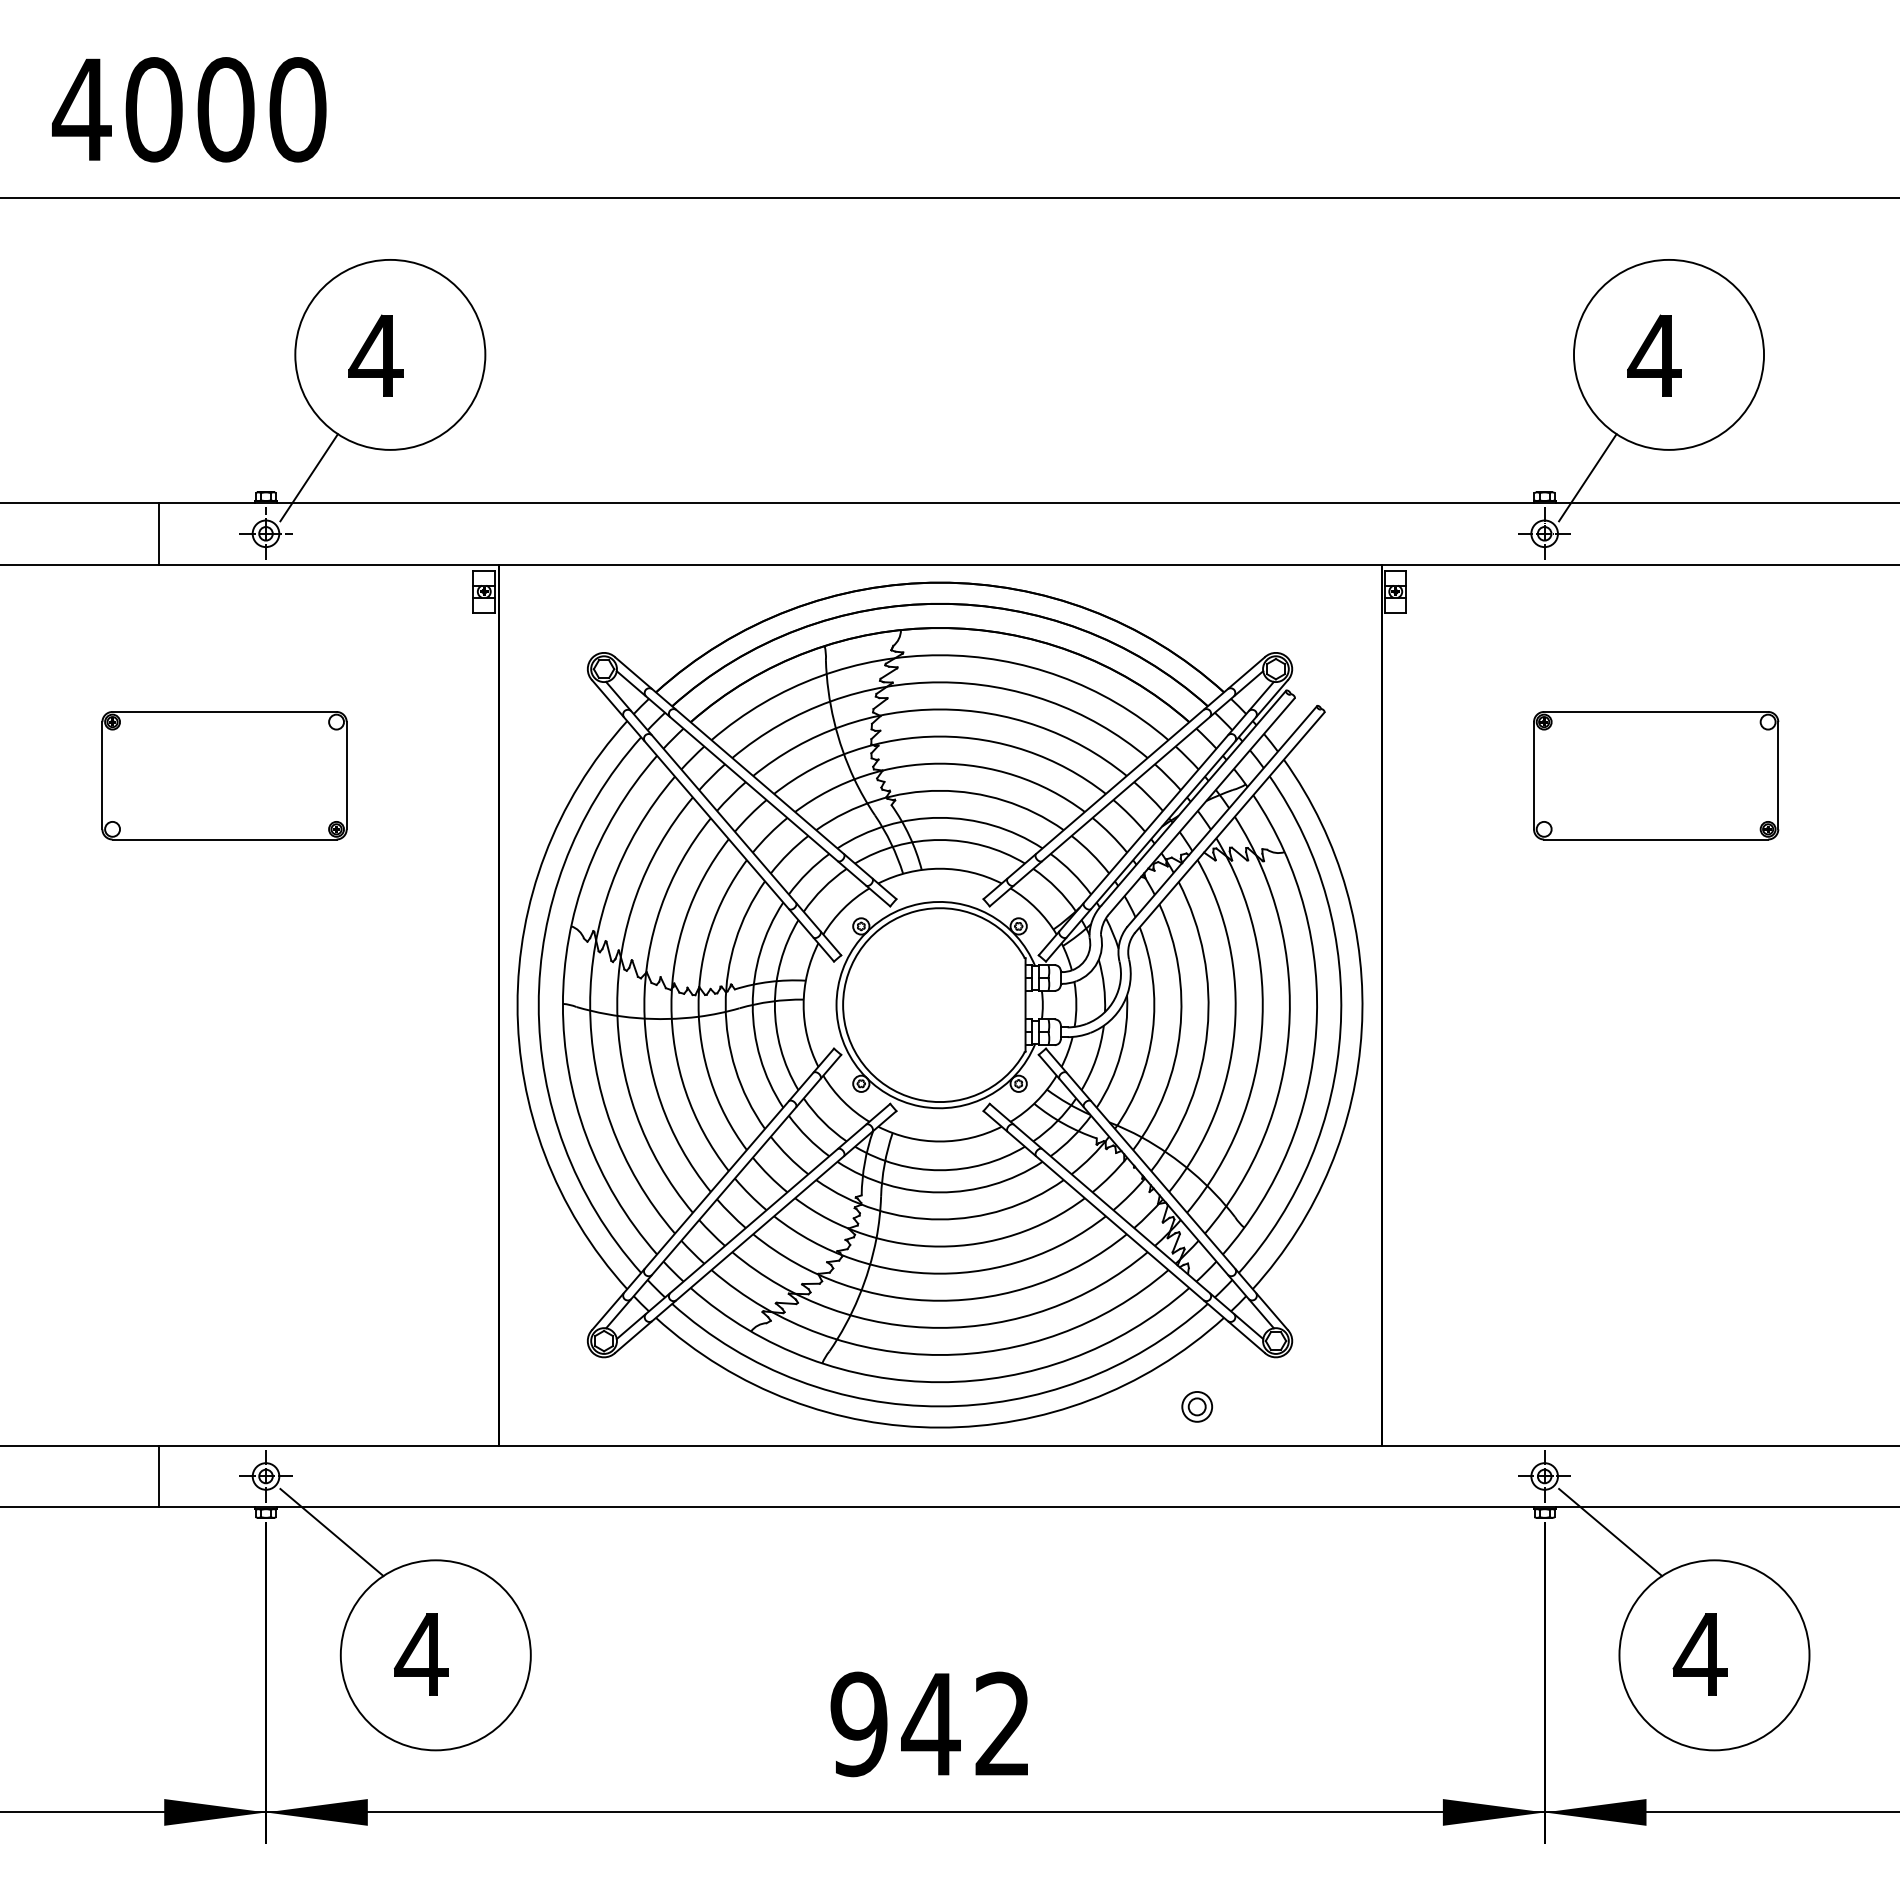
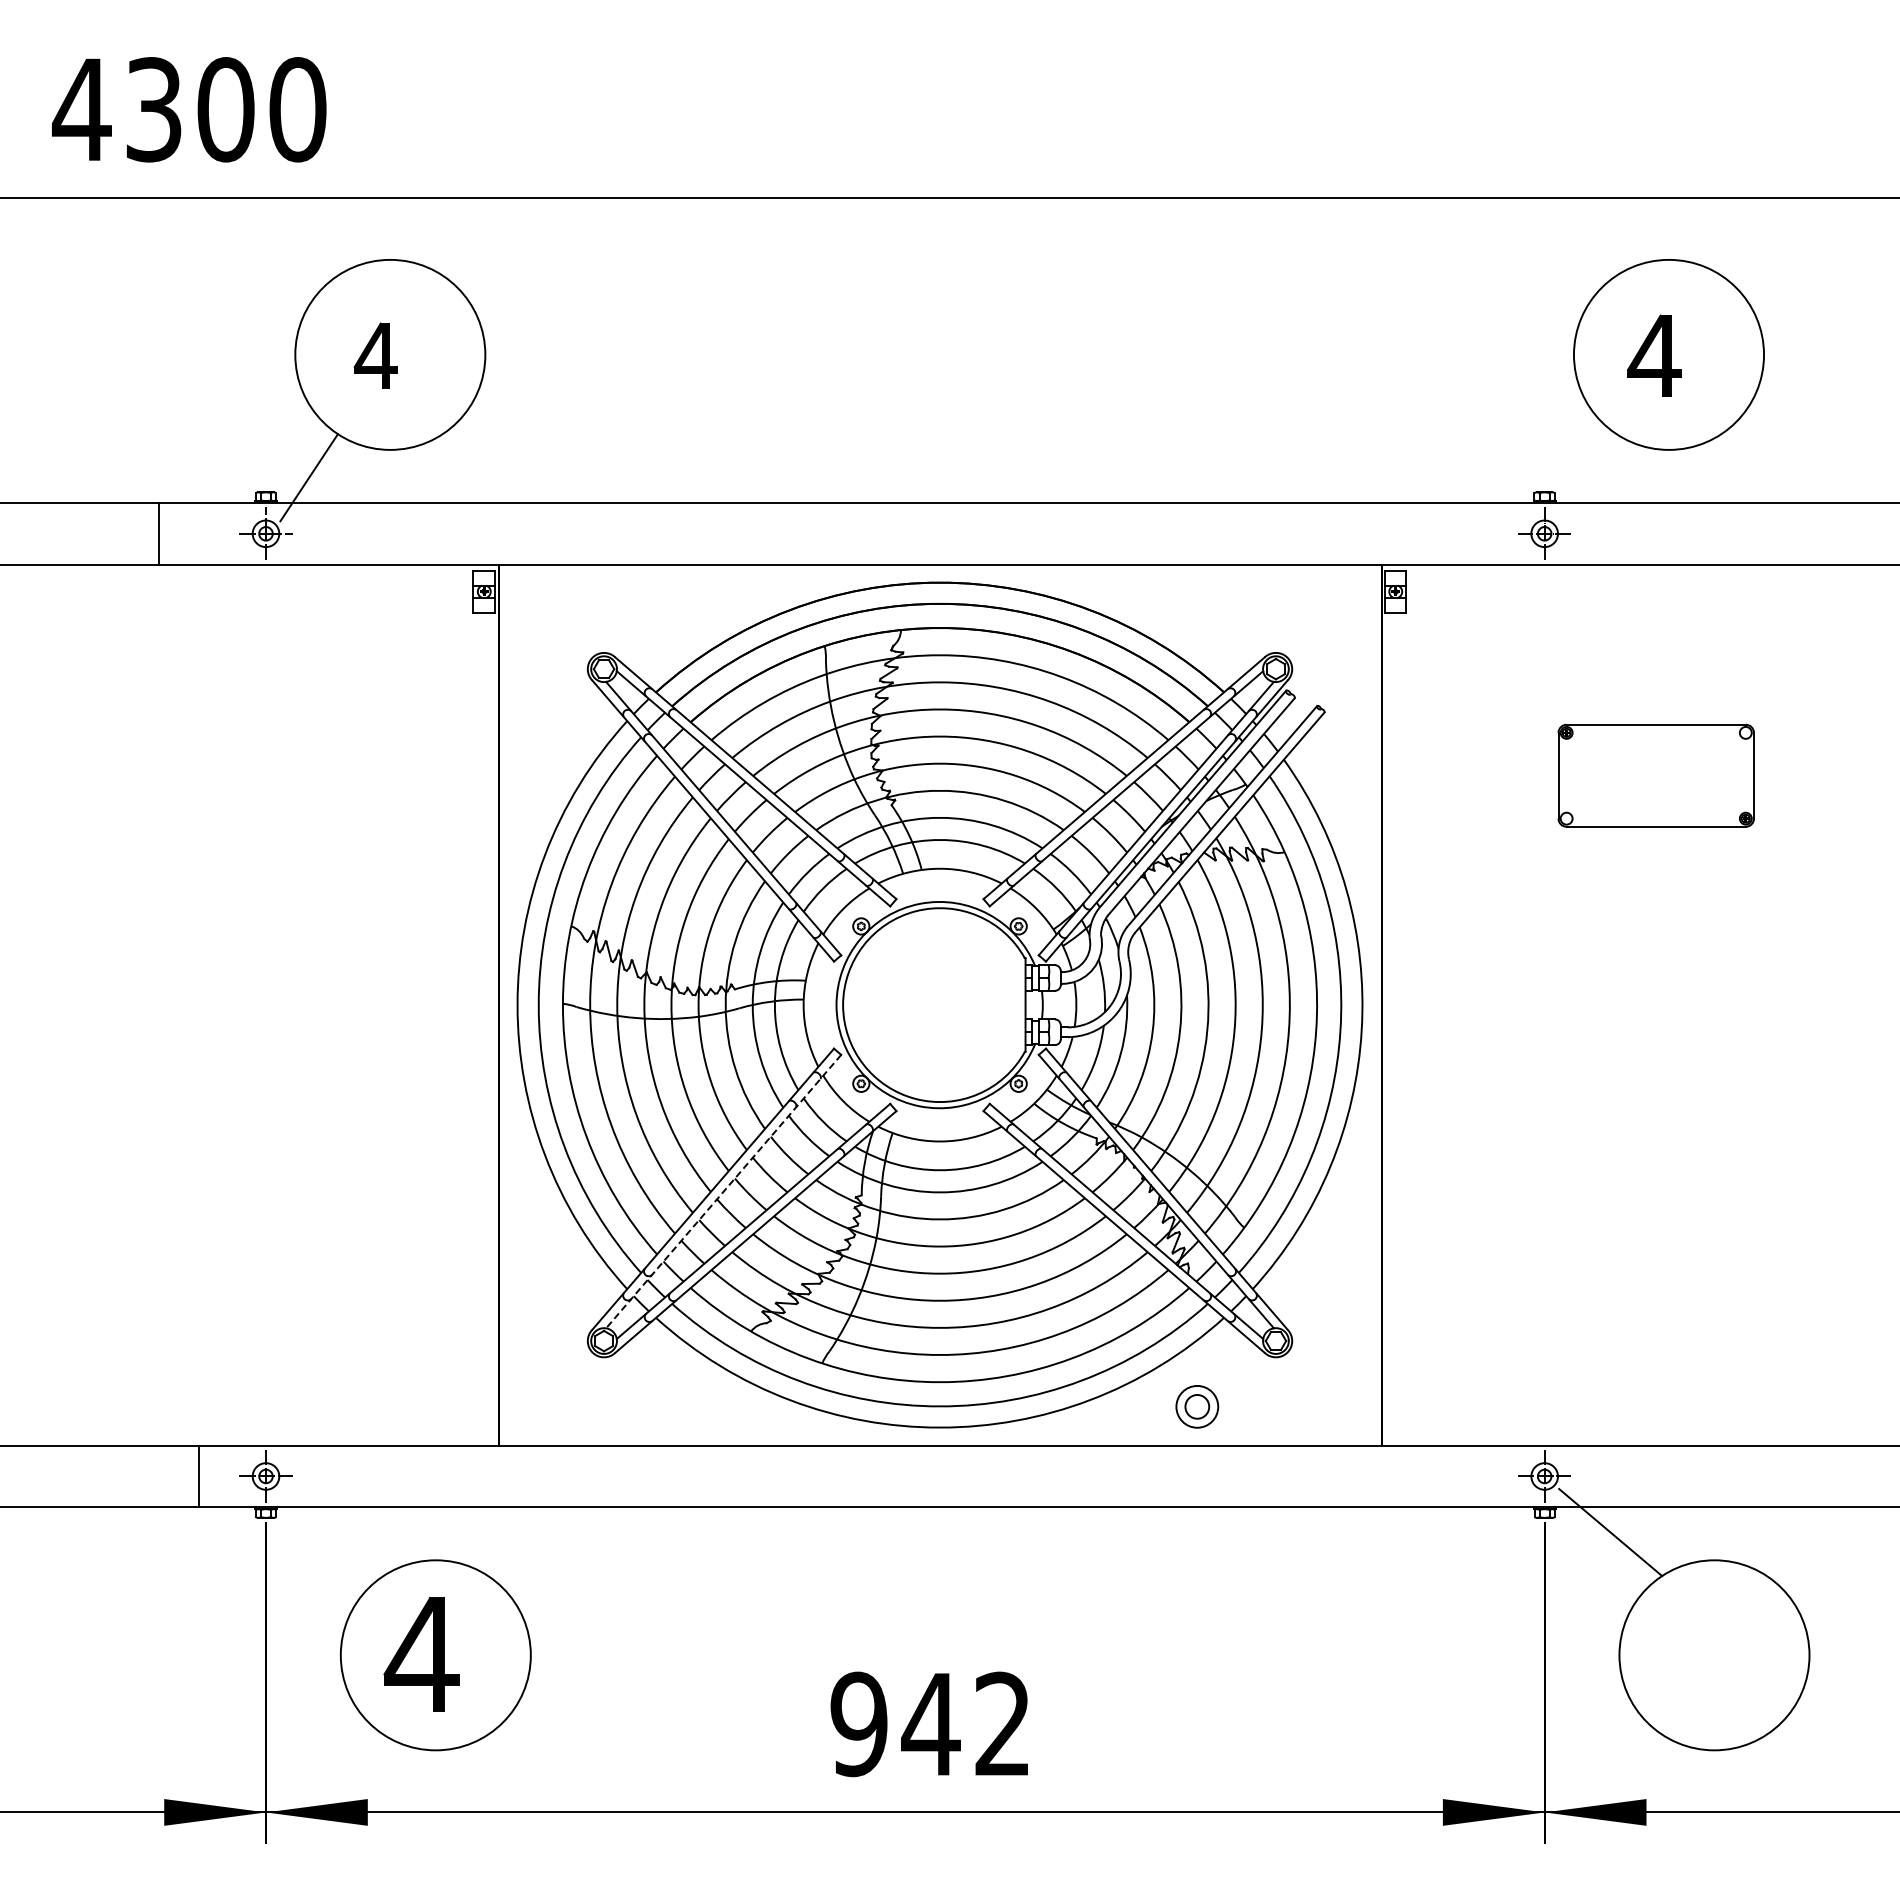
text at (153, 109): 4000 -> 4300
part at (375, 355) size: 56x83 px -> 45x67 px
line at (1587, 477): present -> none
part at (224, 775): present -> none
part at (1656, 775) size: 247x130 px -> 198x105 px
line at (723, 1191): solid -> dashed
part at (1196, 1406) size: 32x32 px -> 45x44 px
line at (159, 1476) position: (159, 1476) -> (199, 1476)
line at (331, 1532): present -> none
part at (420, 1654) size: 56x83 px -> 77x115 px
part at (1699, 1654): present -> none
